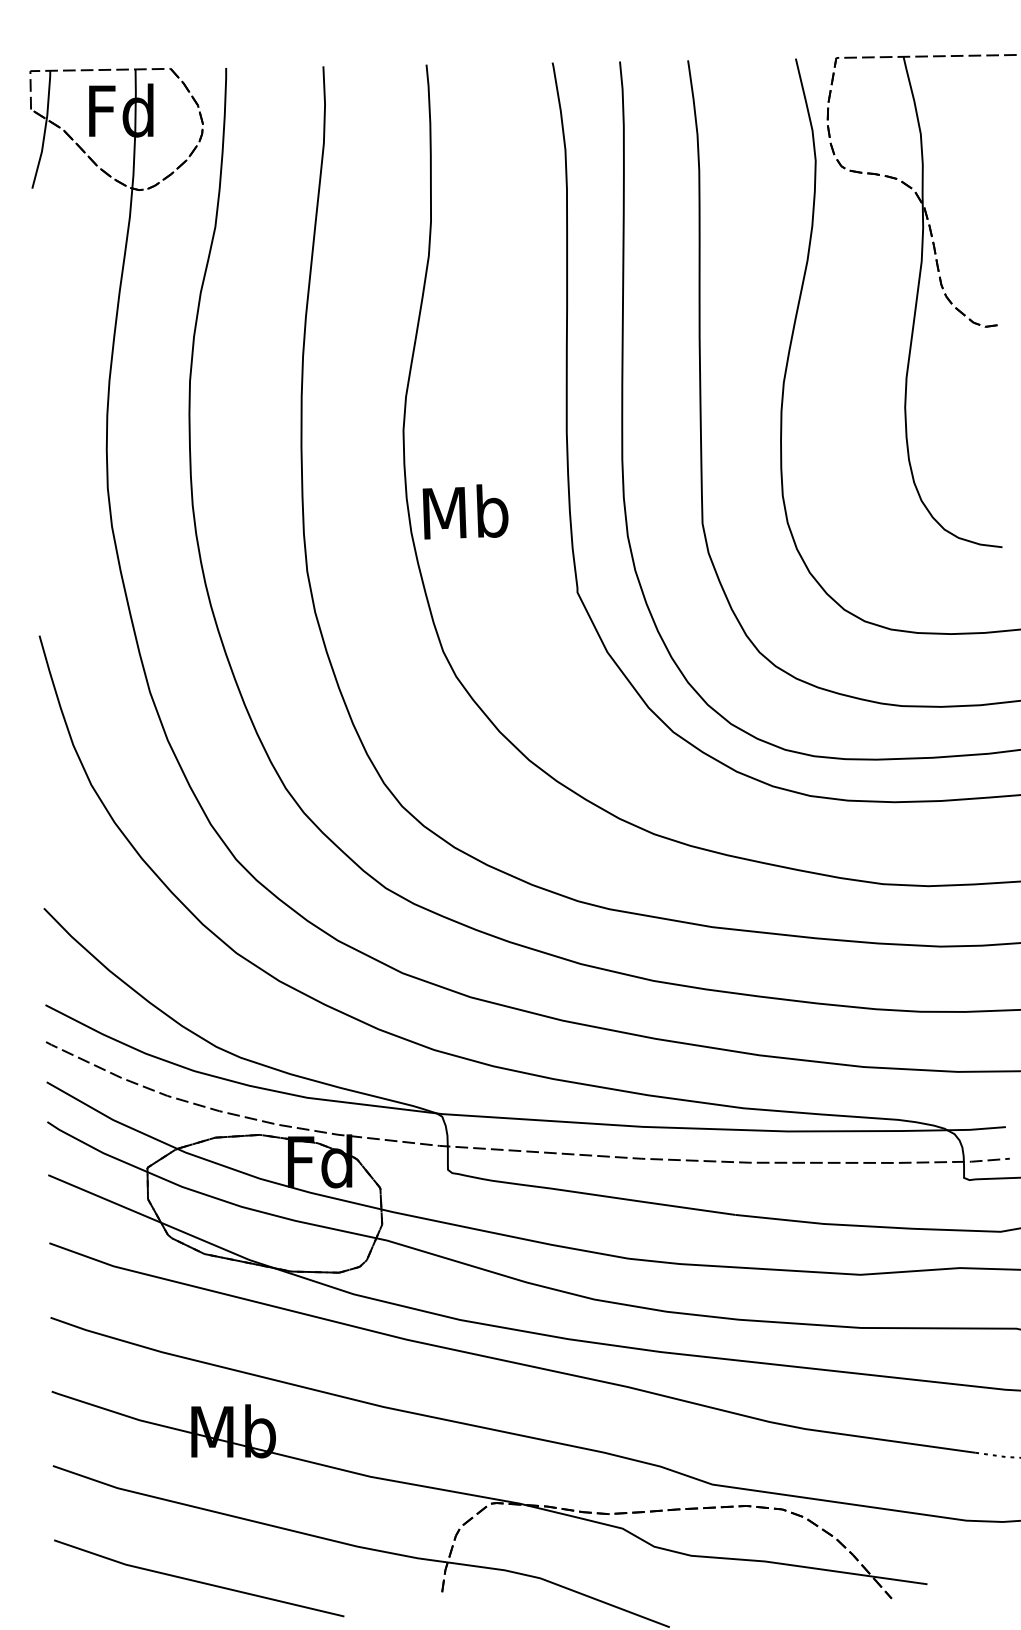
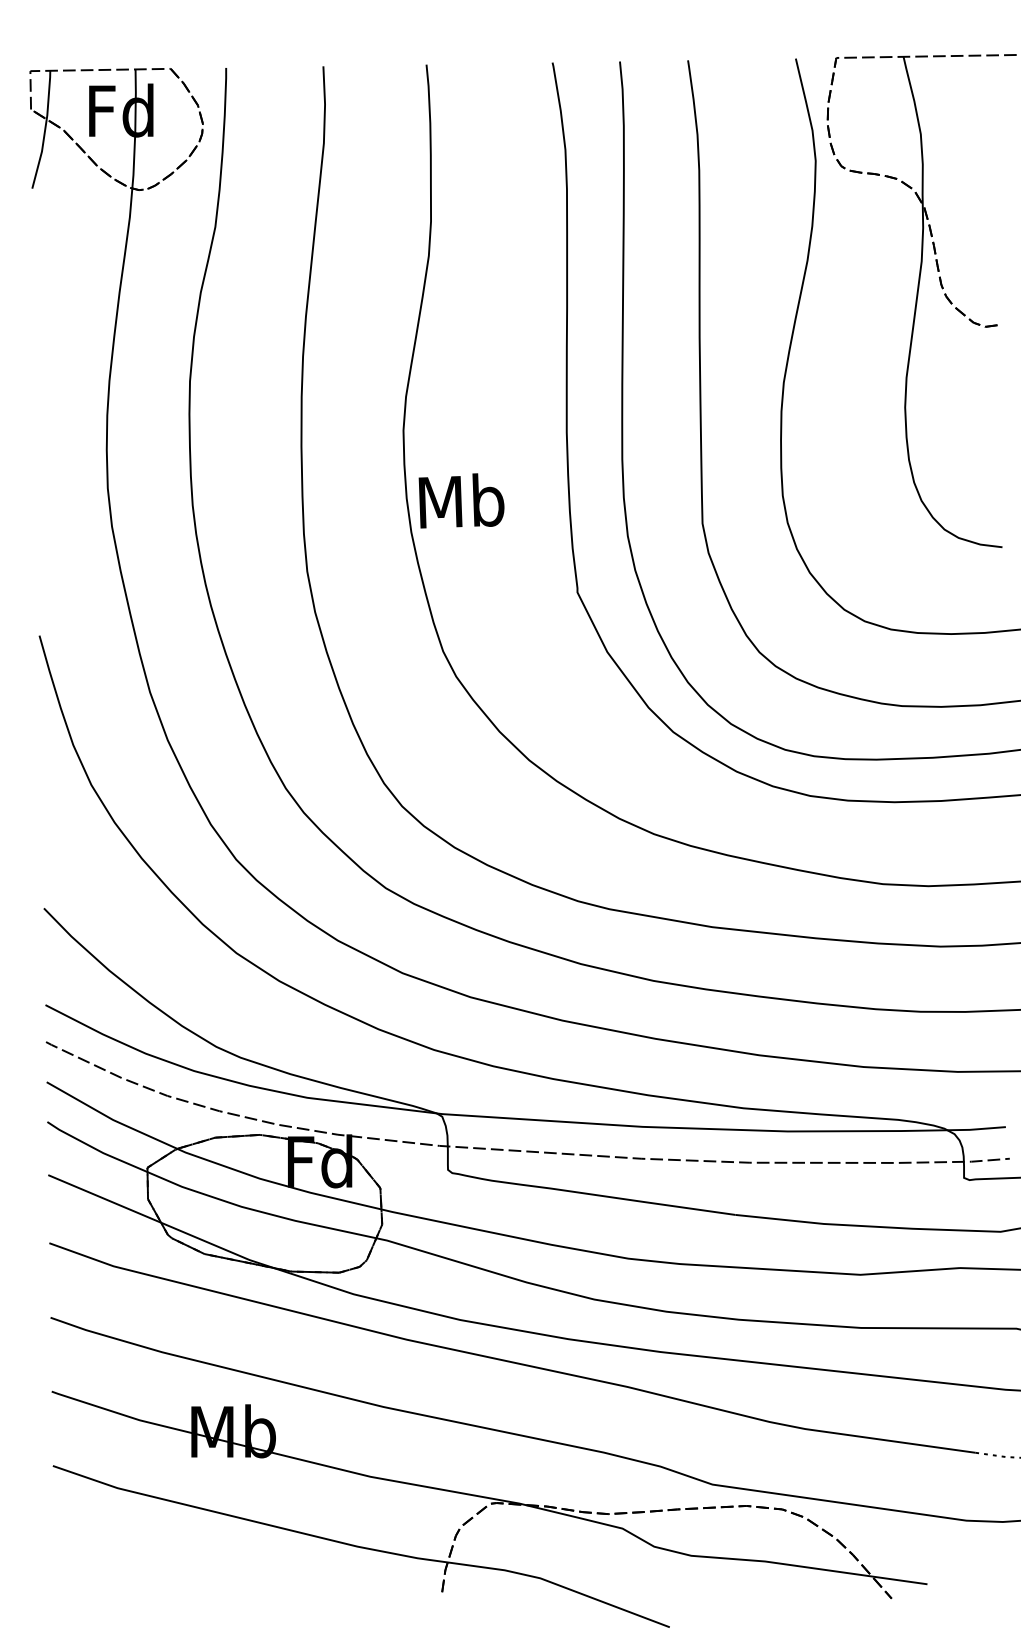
text at (465, 511) position: (465, 511) -> (461, 500)
line at (197, 1580): present -> none
